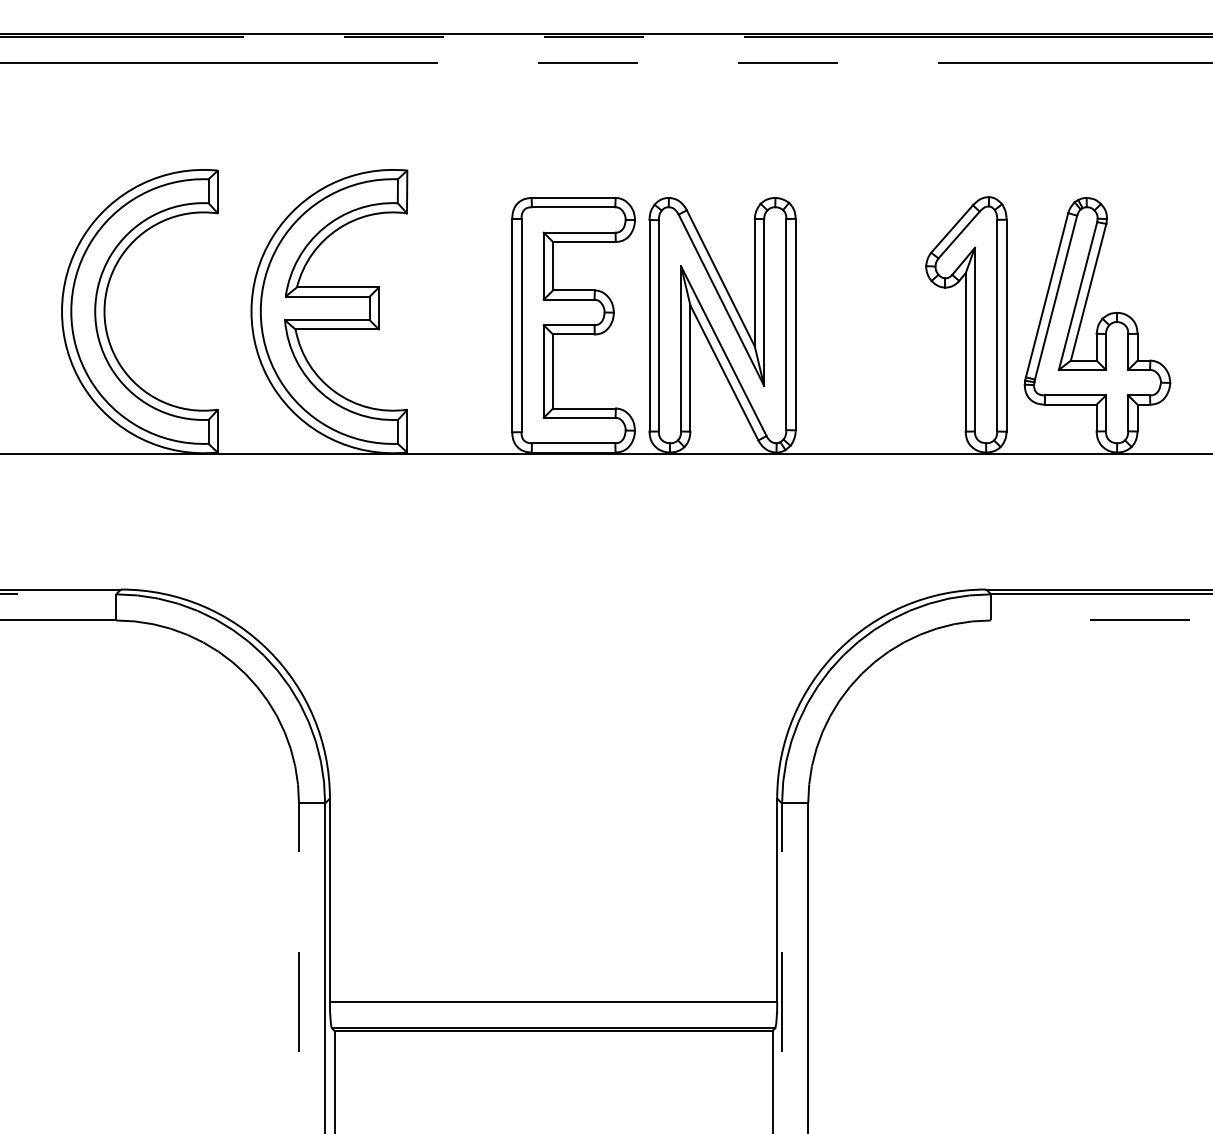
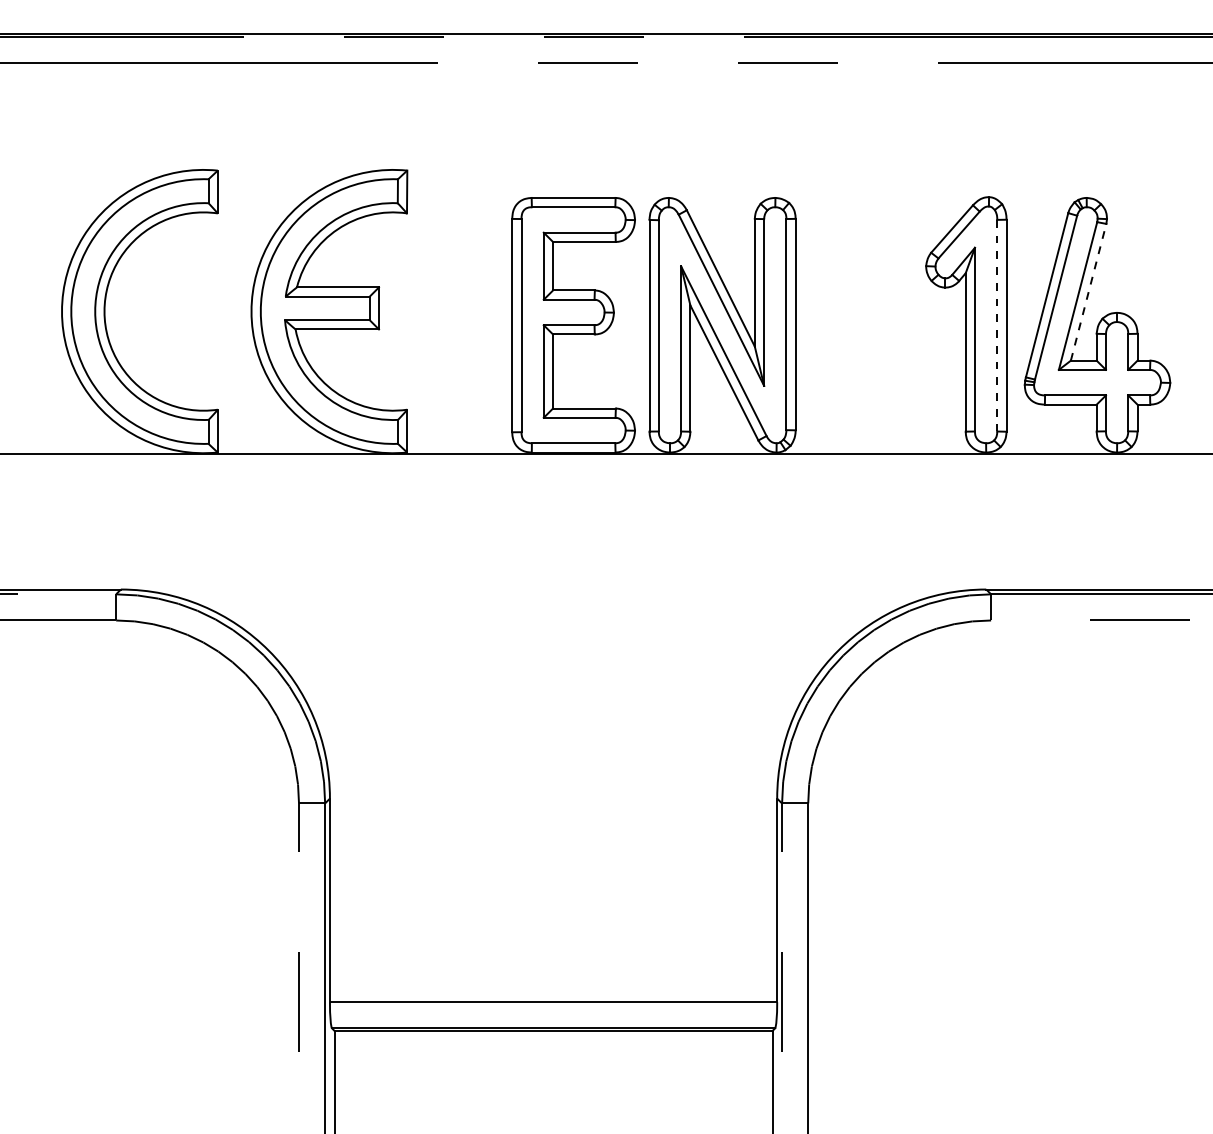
line at (1088, 292): solid -> dashed
line at (997, 325): solid -> dashed
